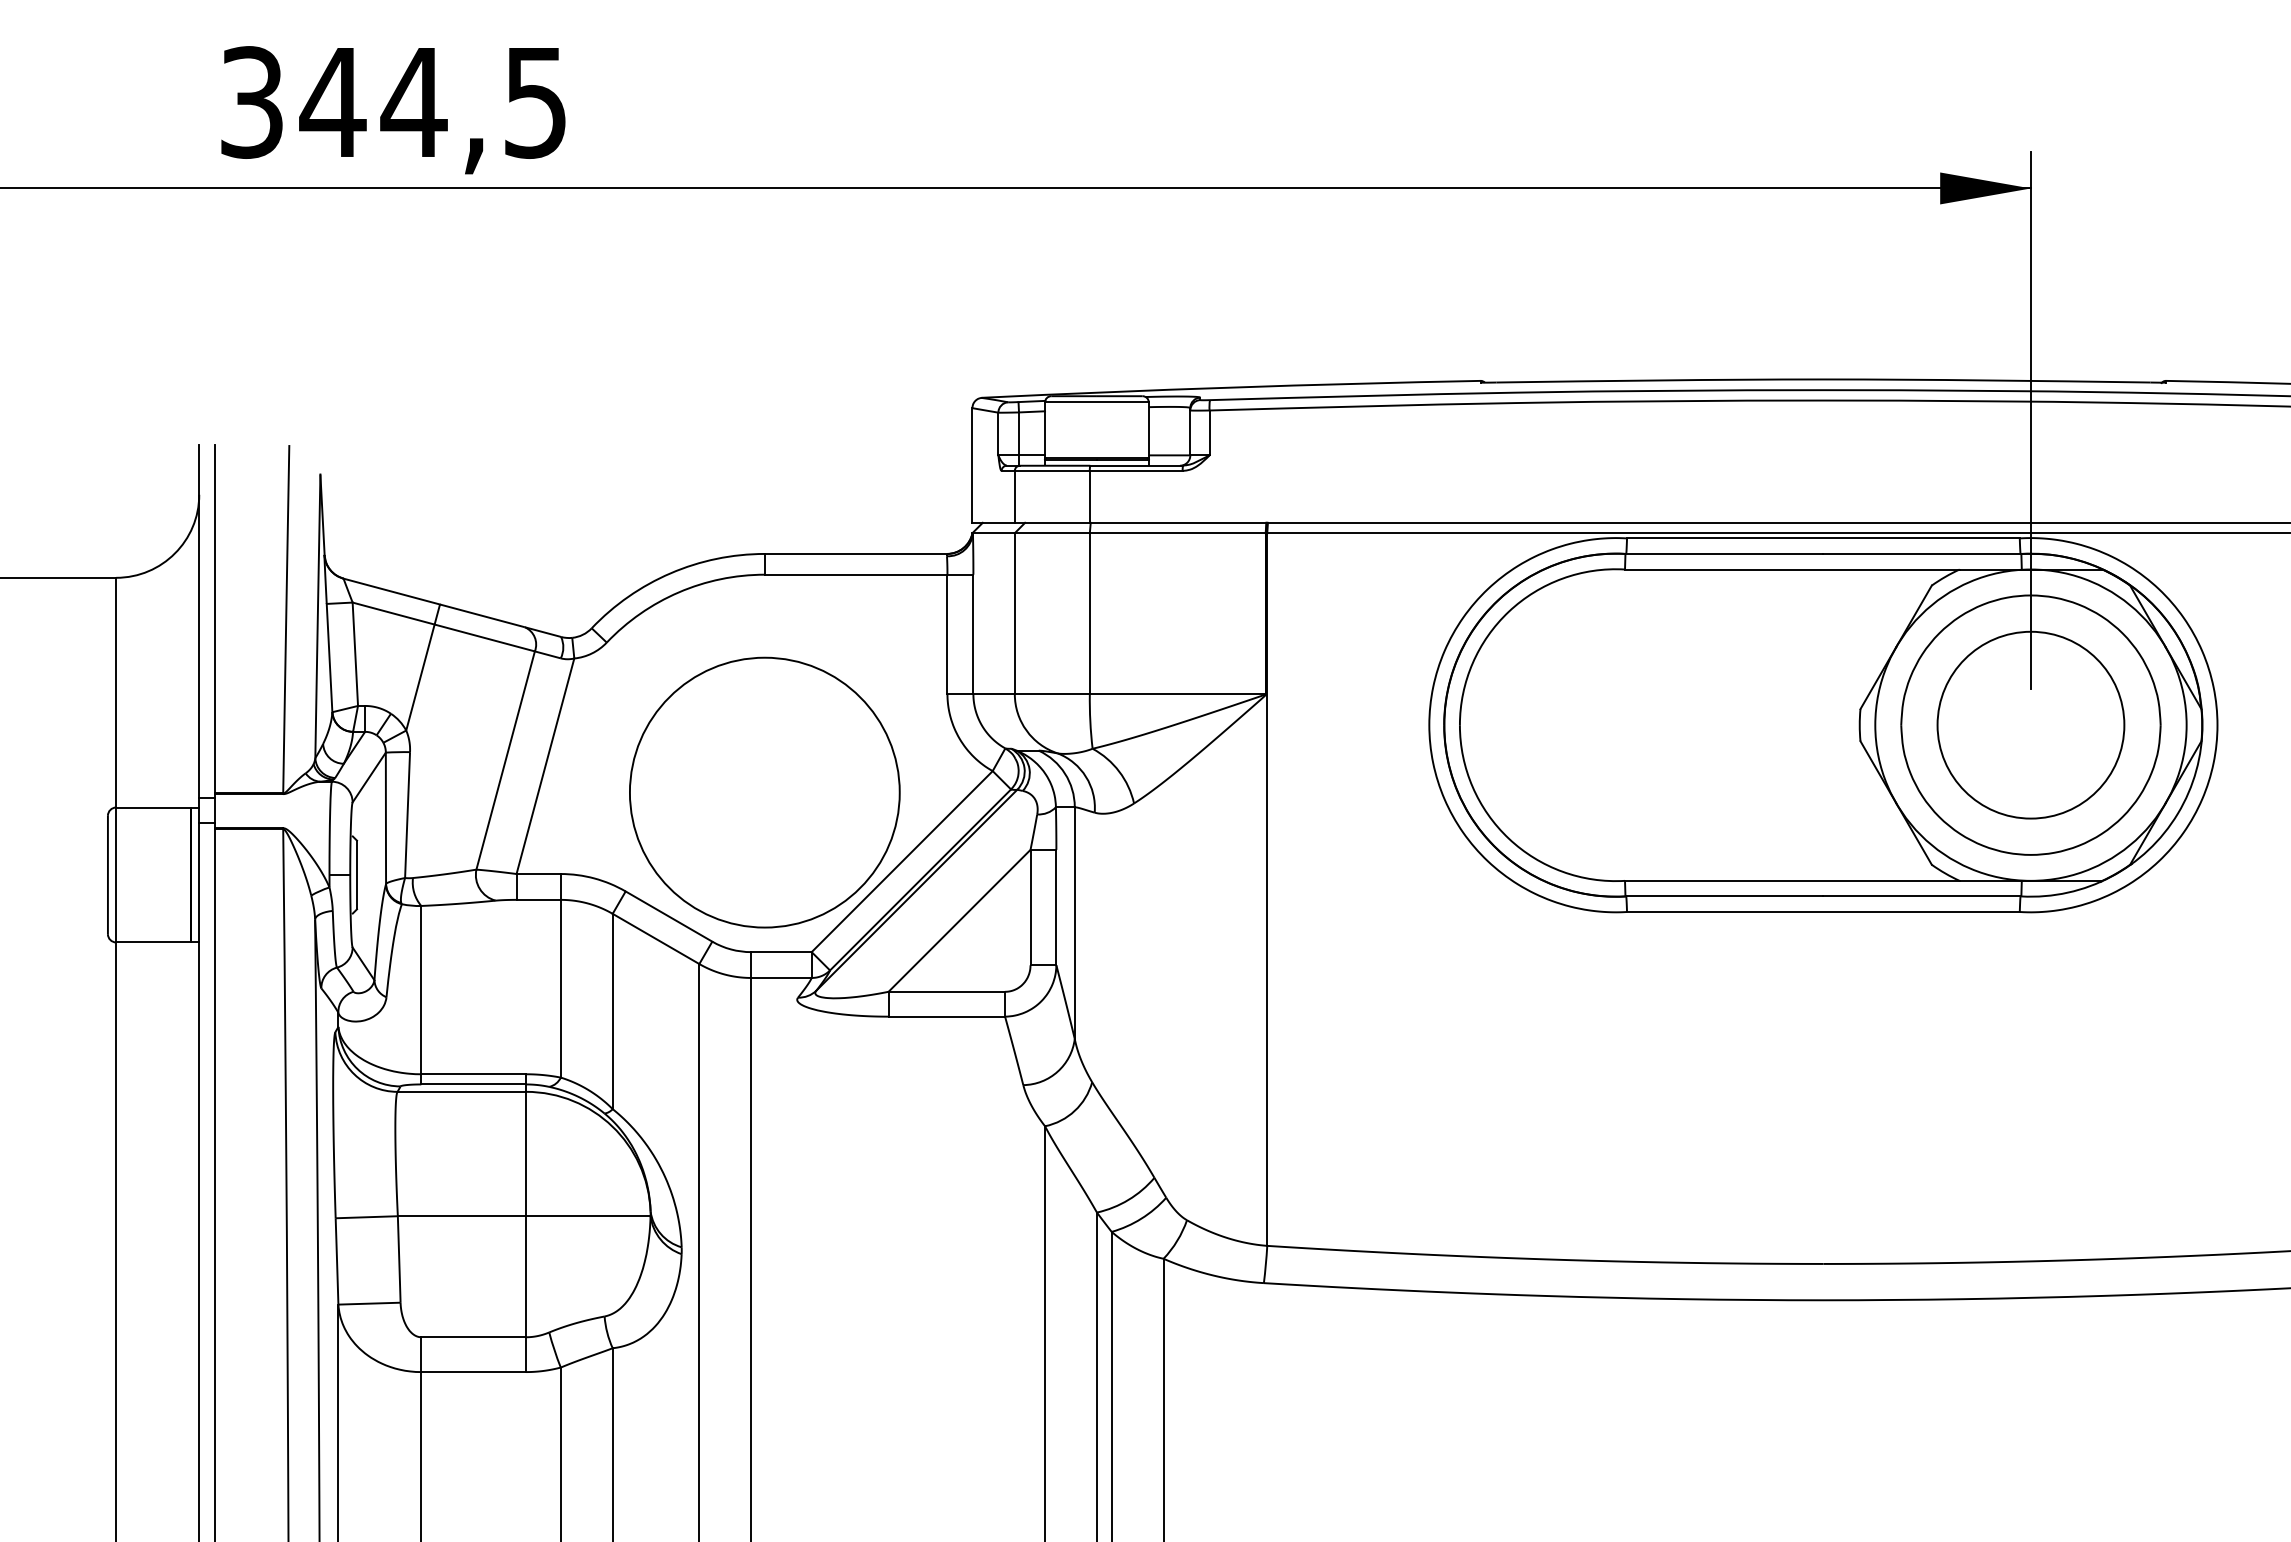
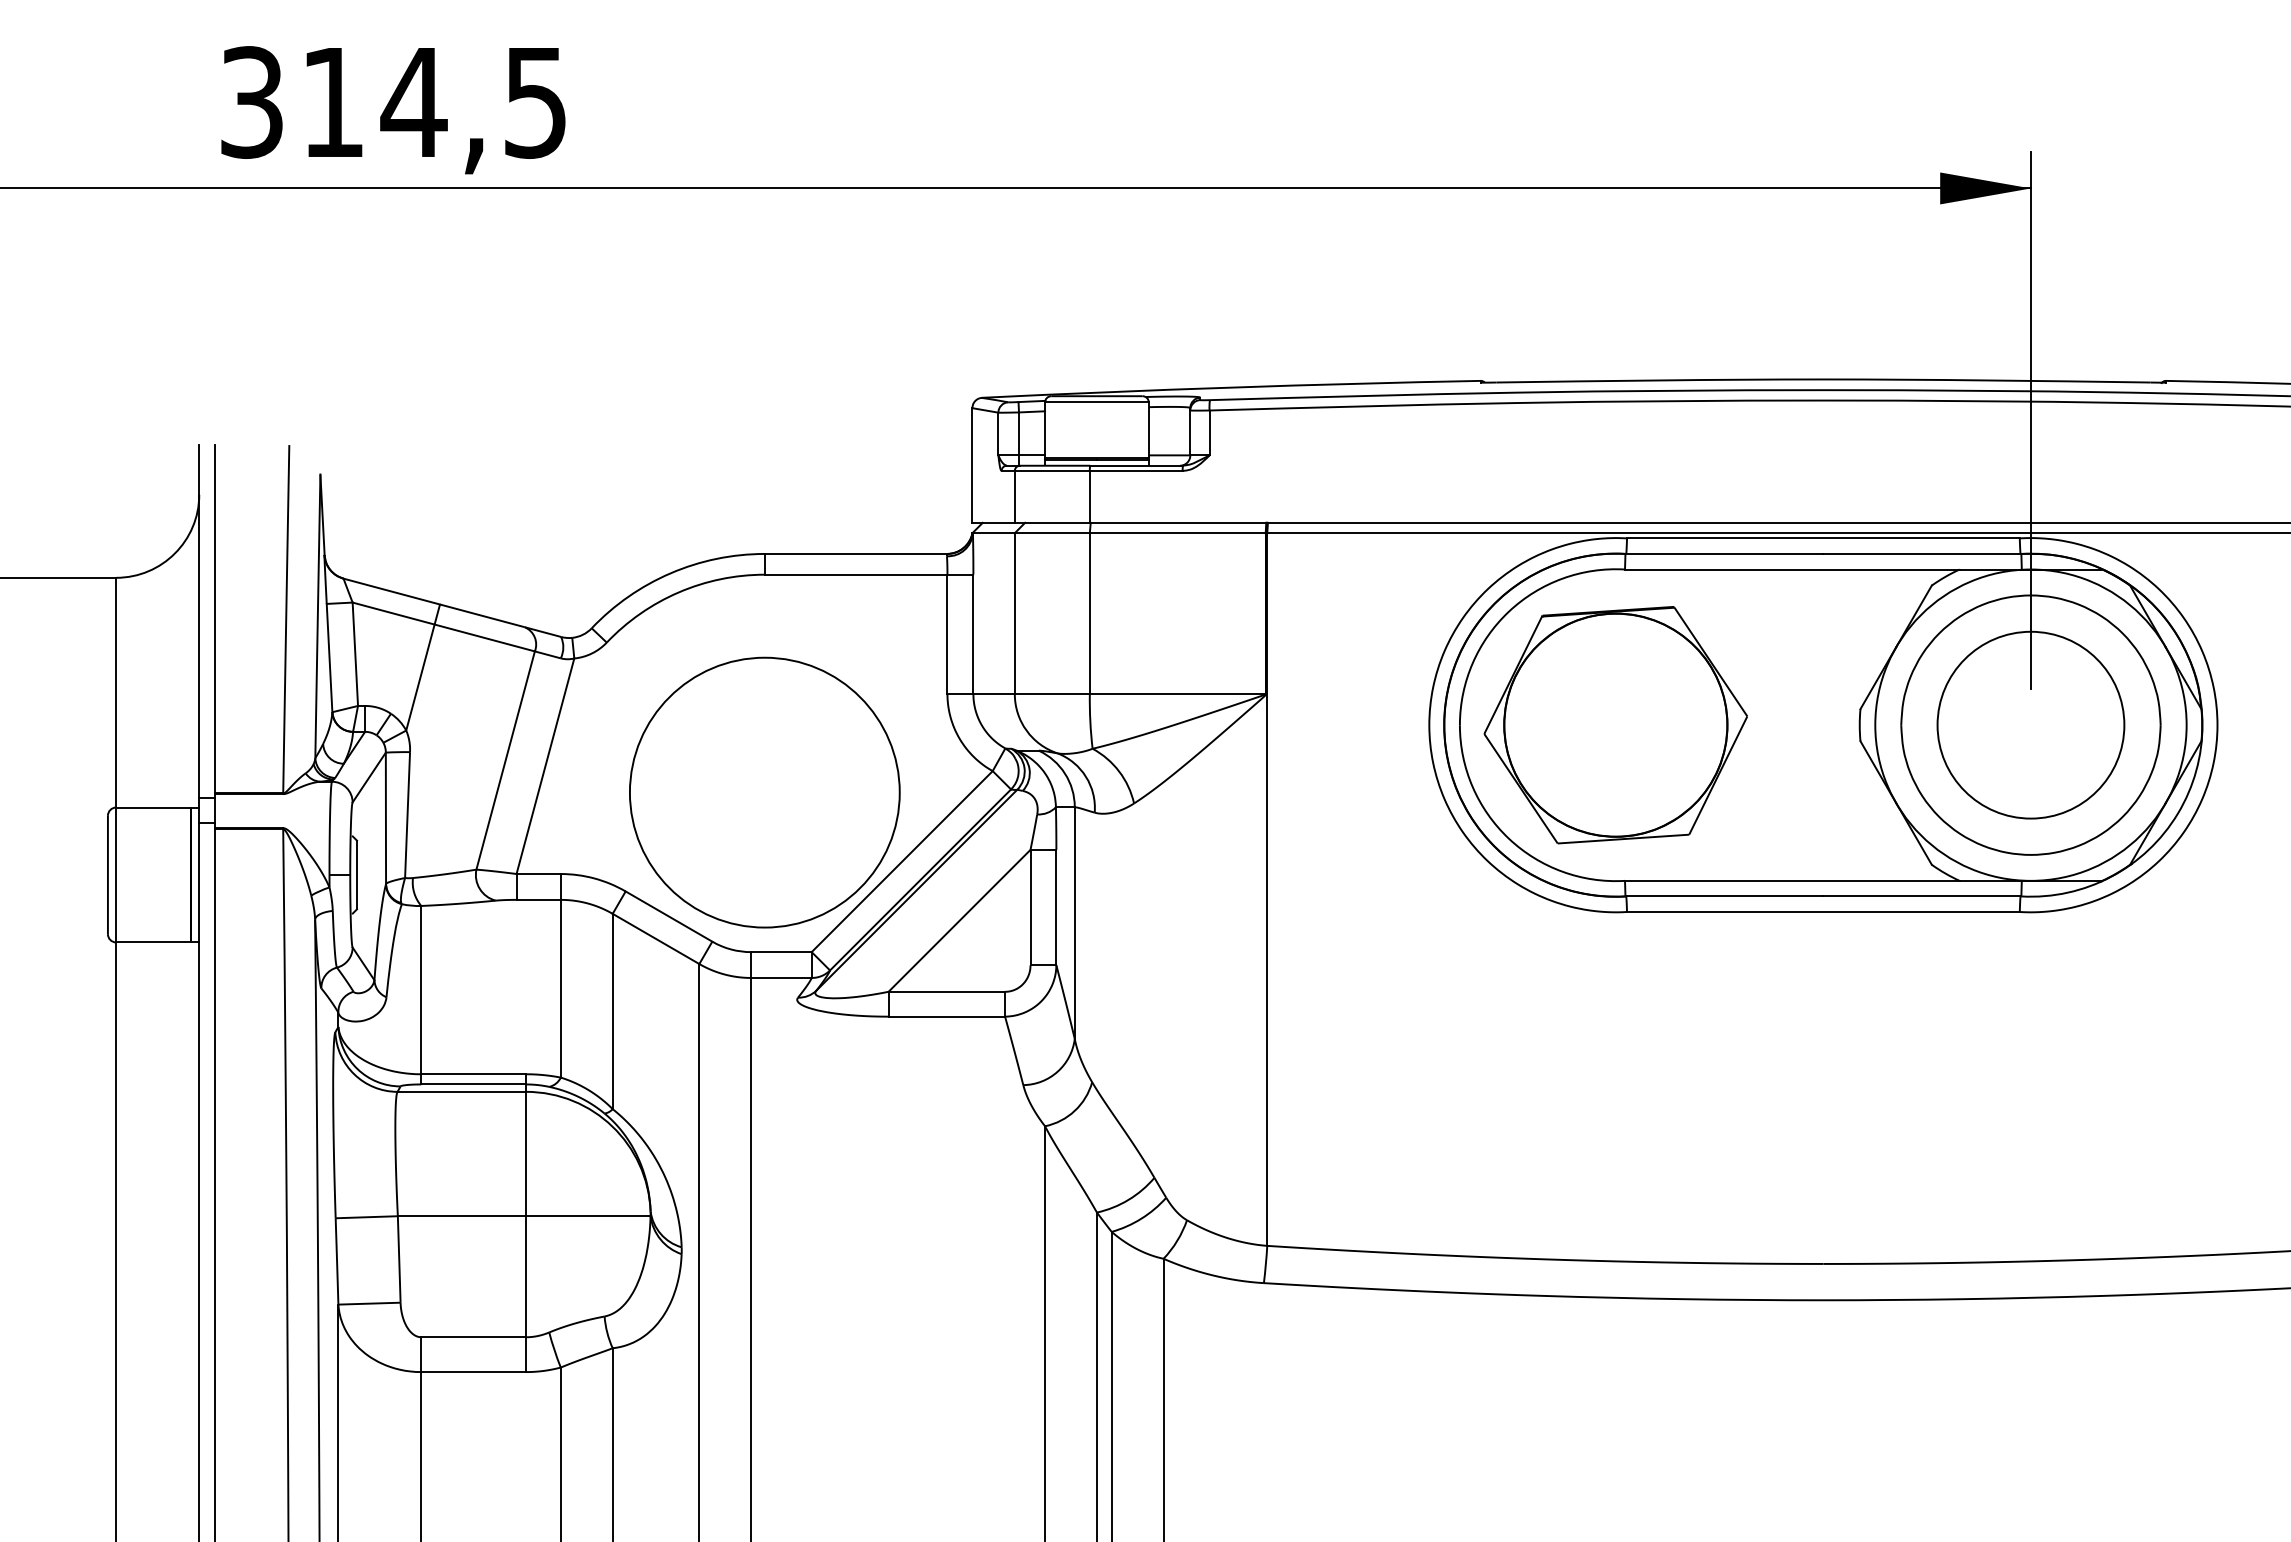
text at (332, 102): 344,5 -> 314,5
part at (1615, 725): none -> present
